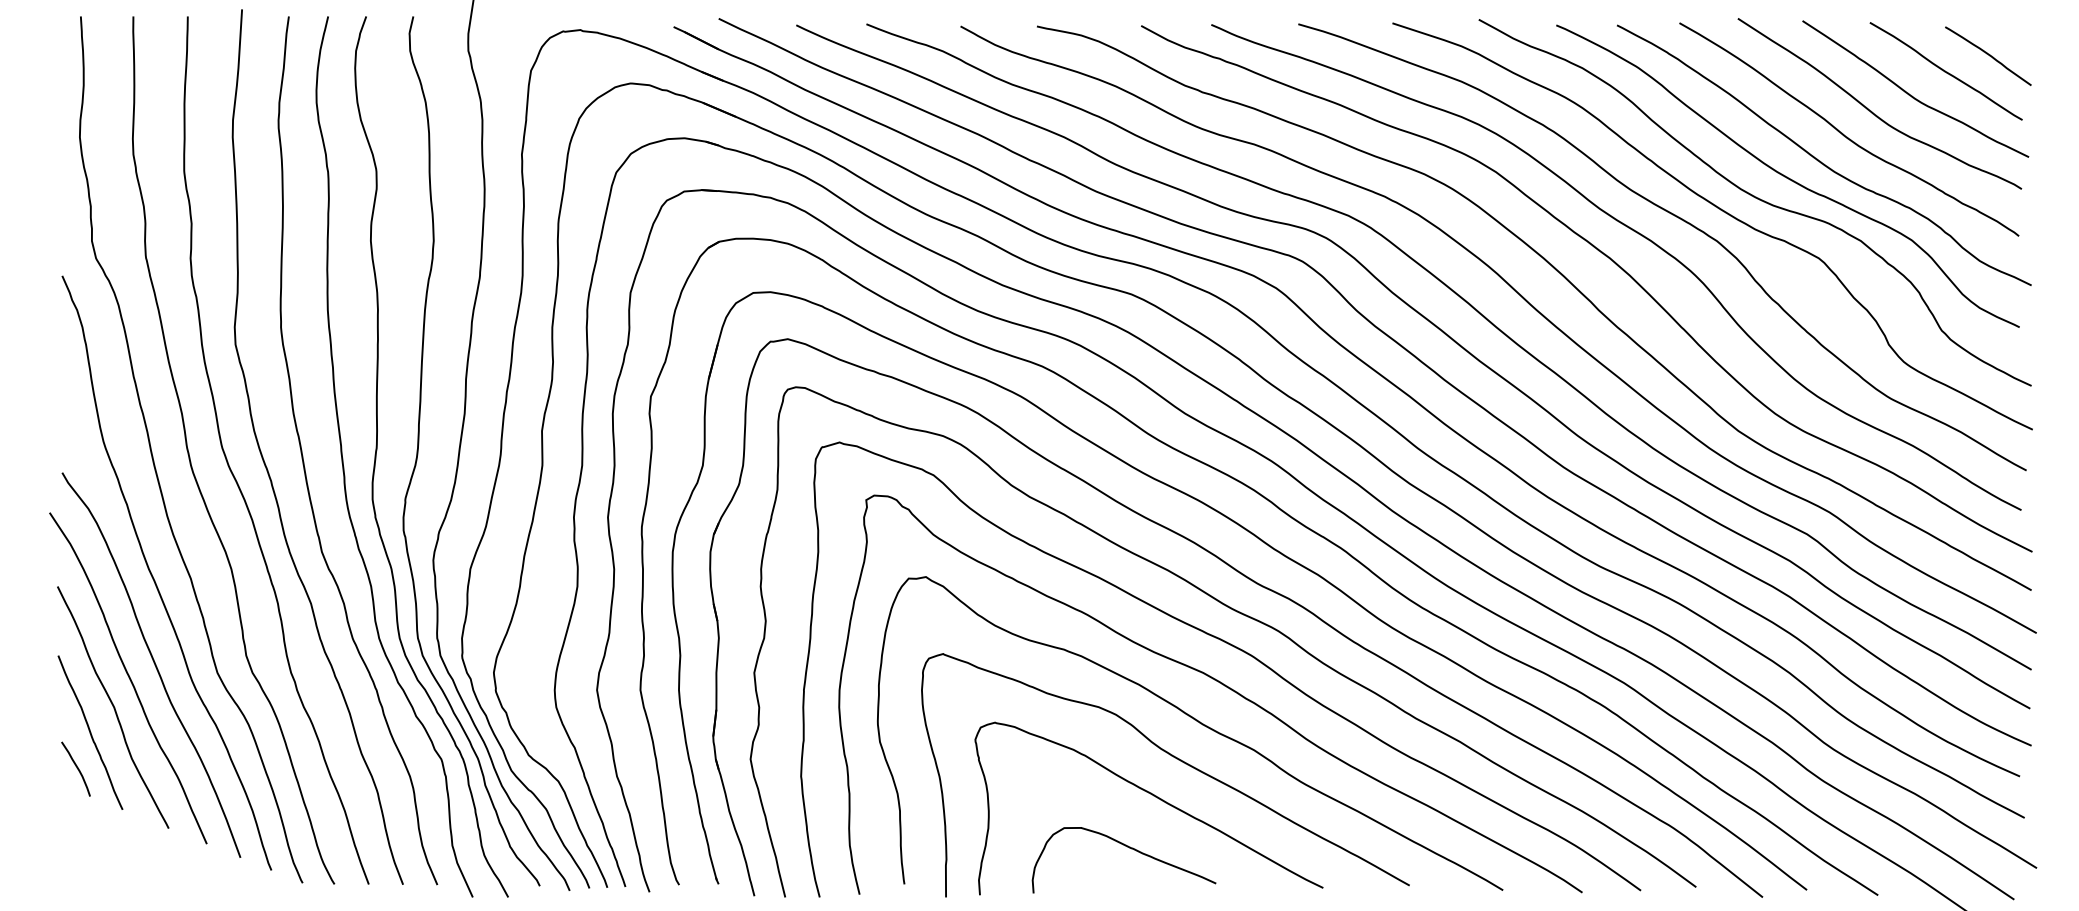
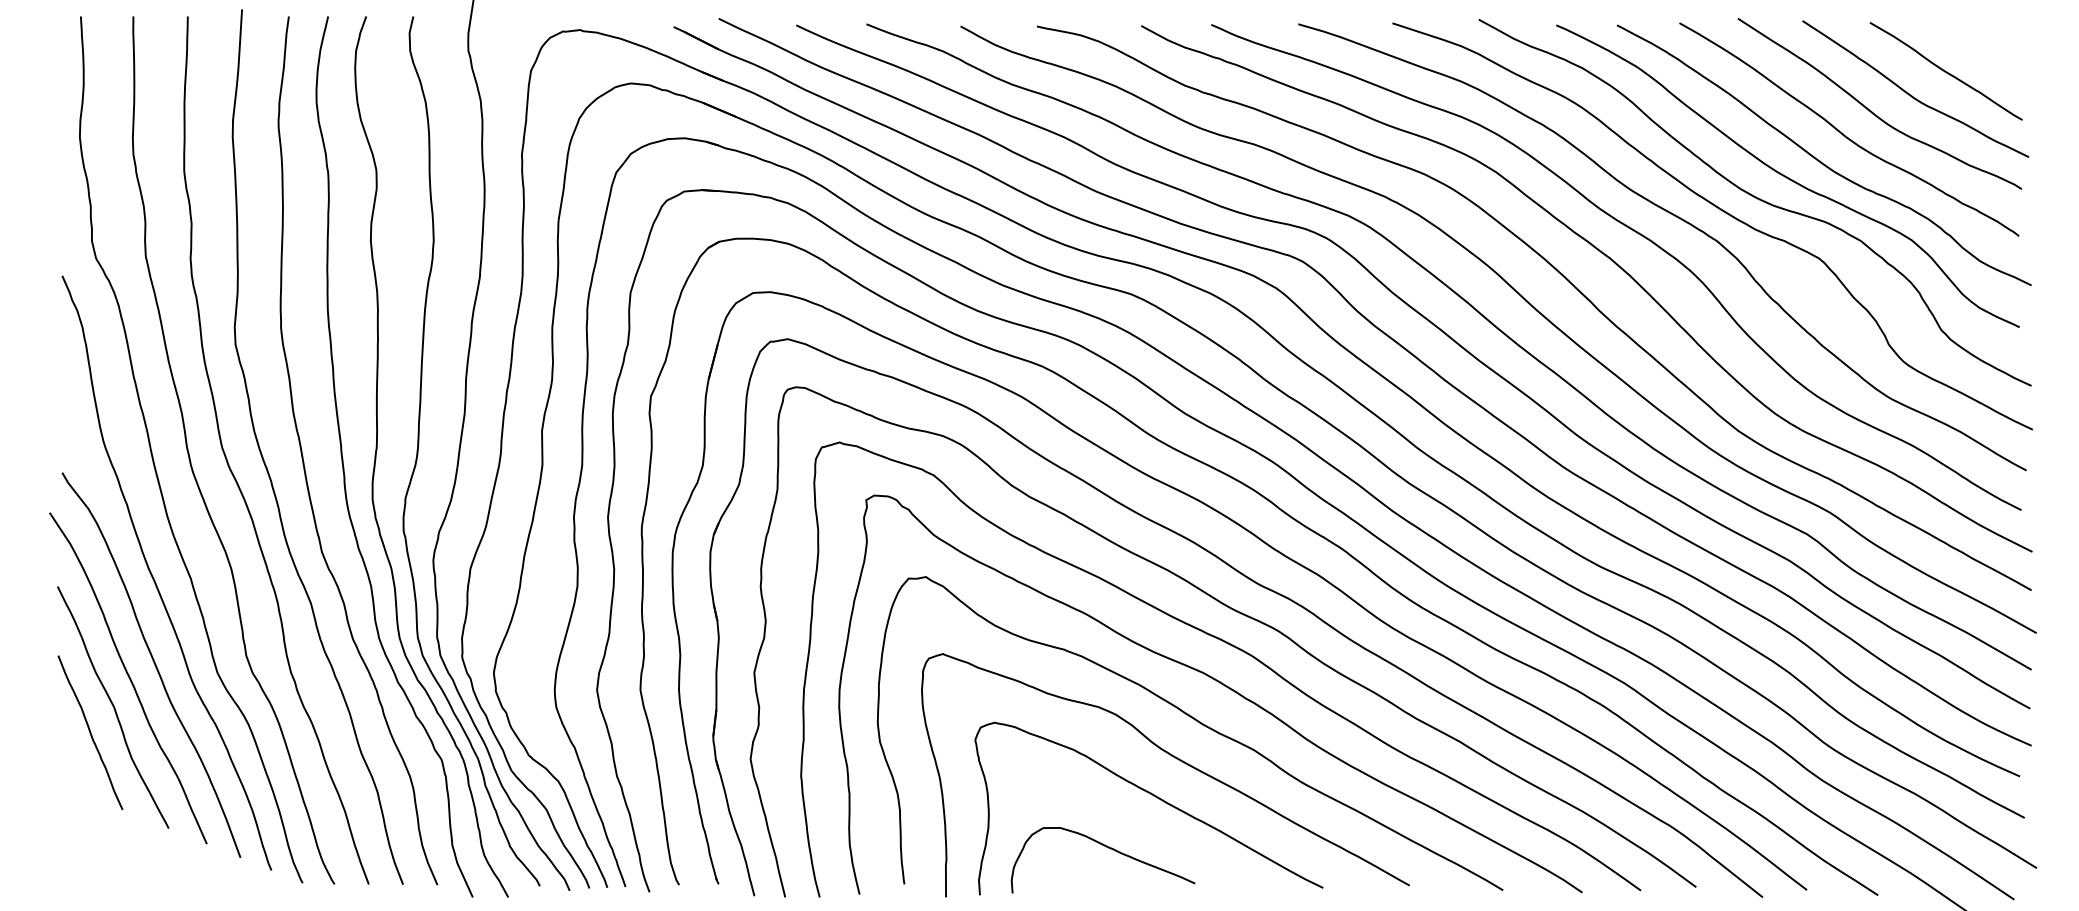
curve at (1988, 55): present -> none
curve at (76, 768): present -> none
curve at (1129, 848) position: (1129, 848) -> (1108, 848)
